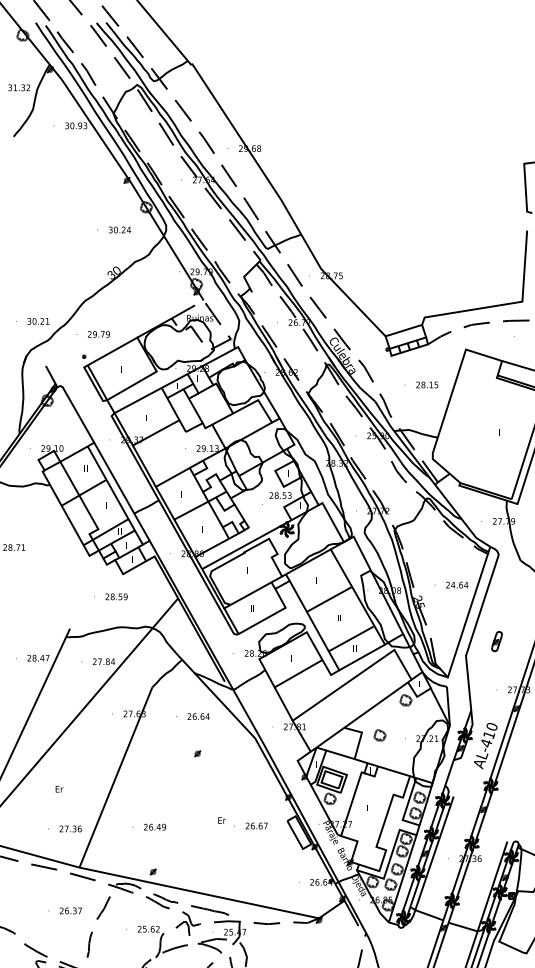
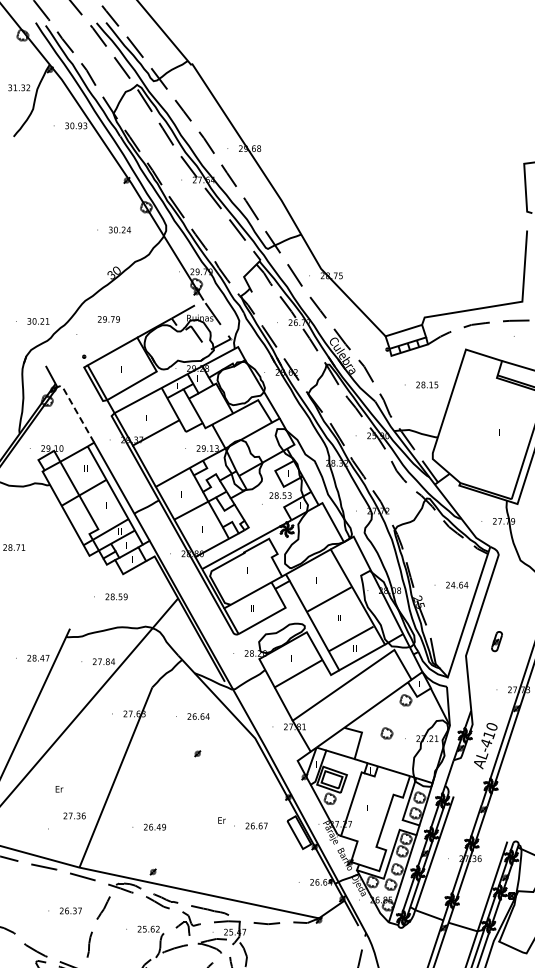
text at (98, 334) position: (98, 334) -> (108, 319)
line at (75, 410): solid -> dashed
part at (379, 735) position: (379, 735) -> (386, 733)
text at (70, 828) position: (70, 828) -> (74, 815)
